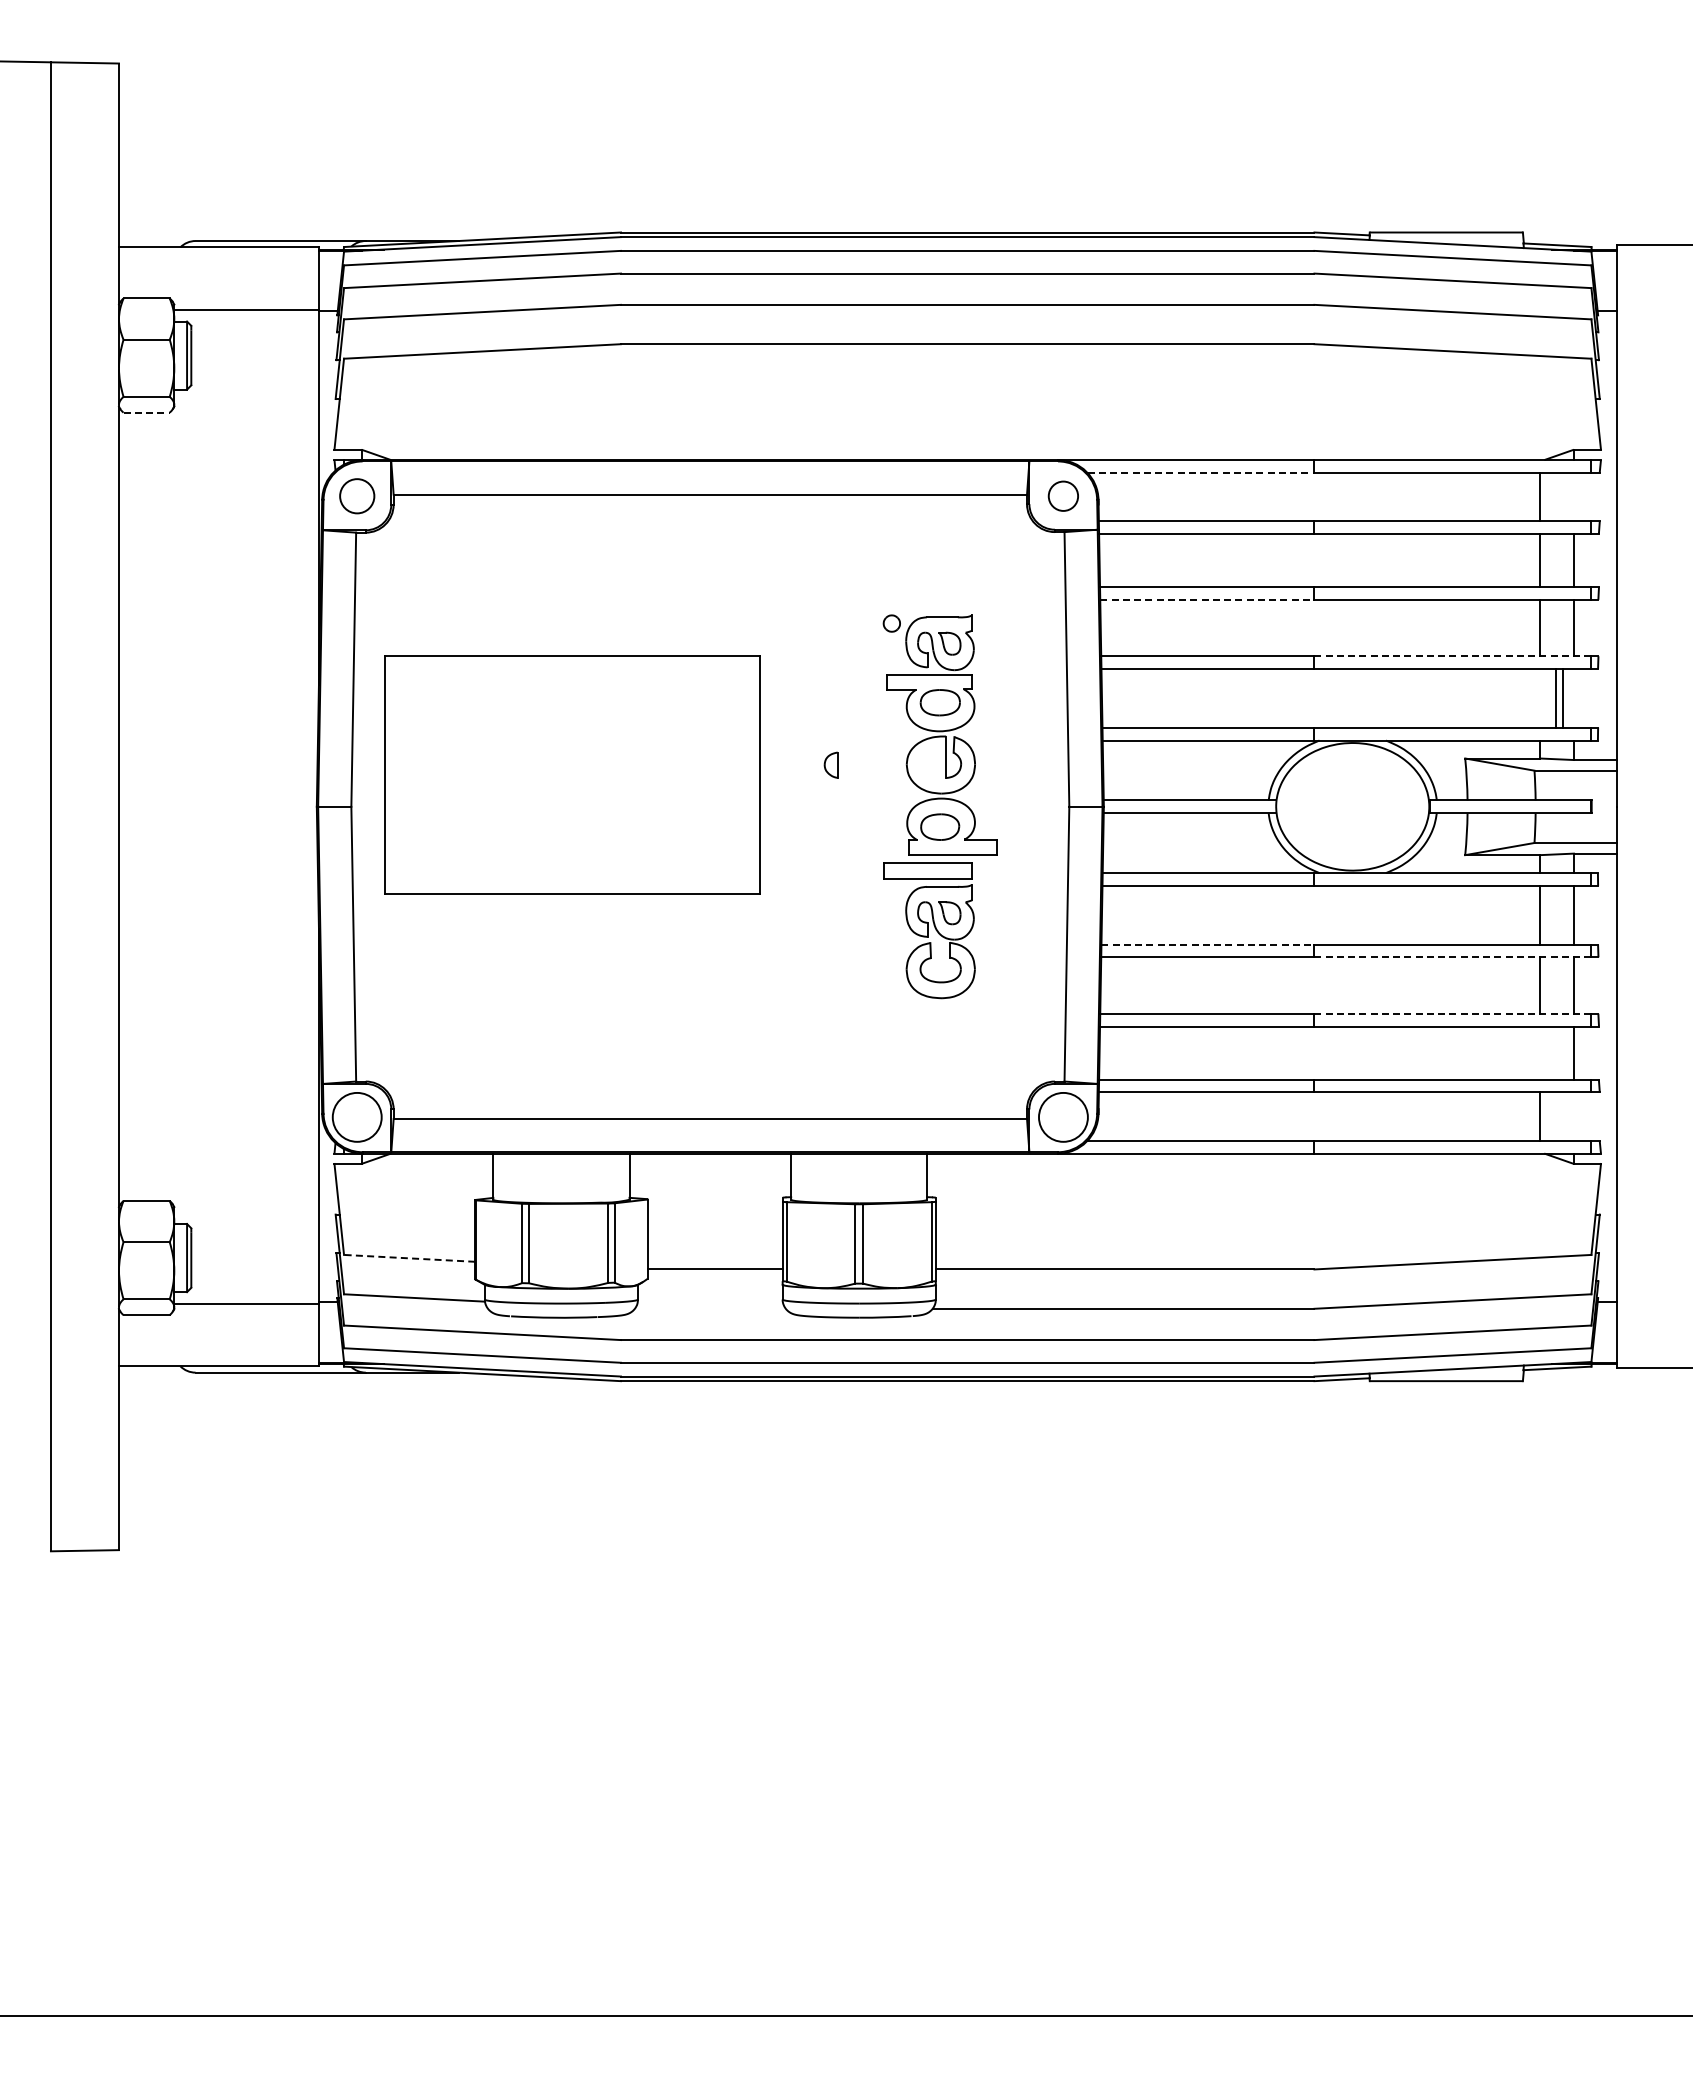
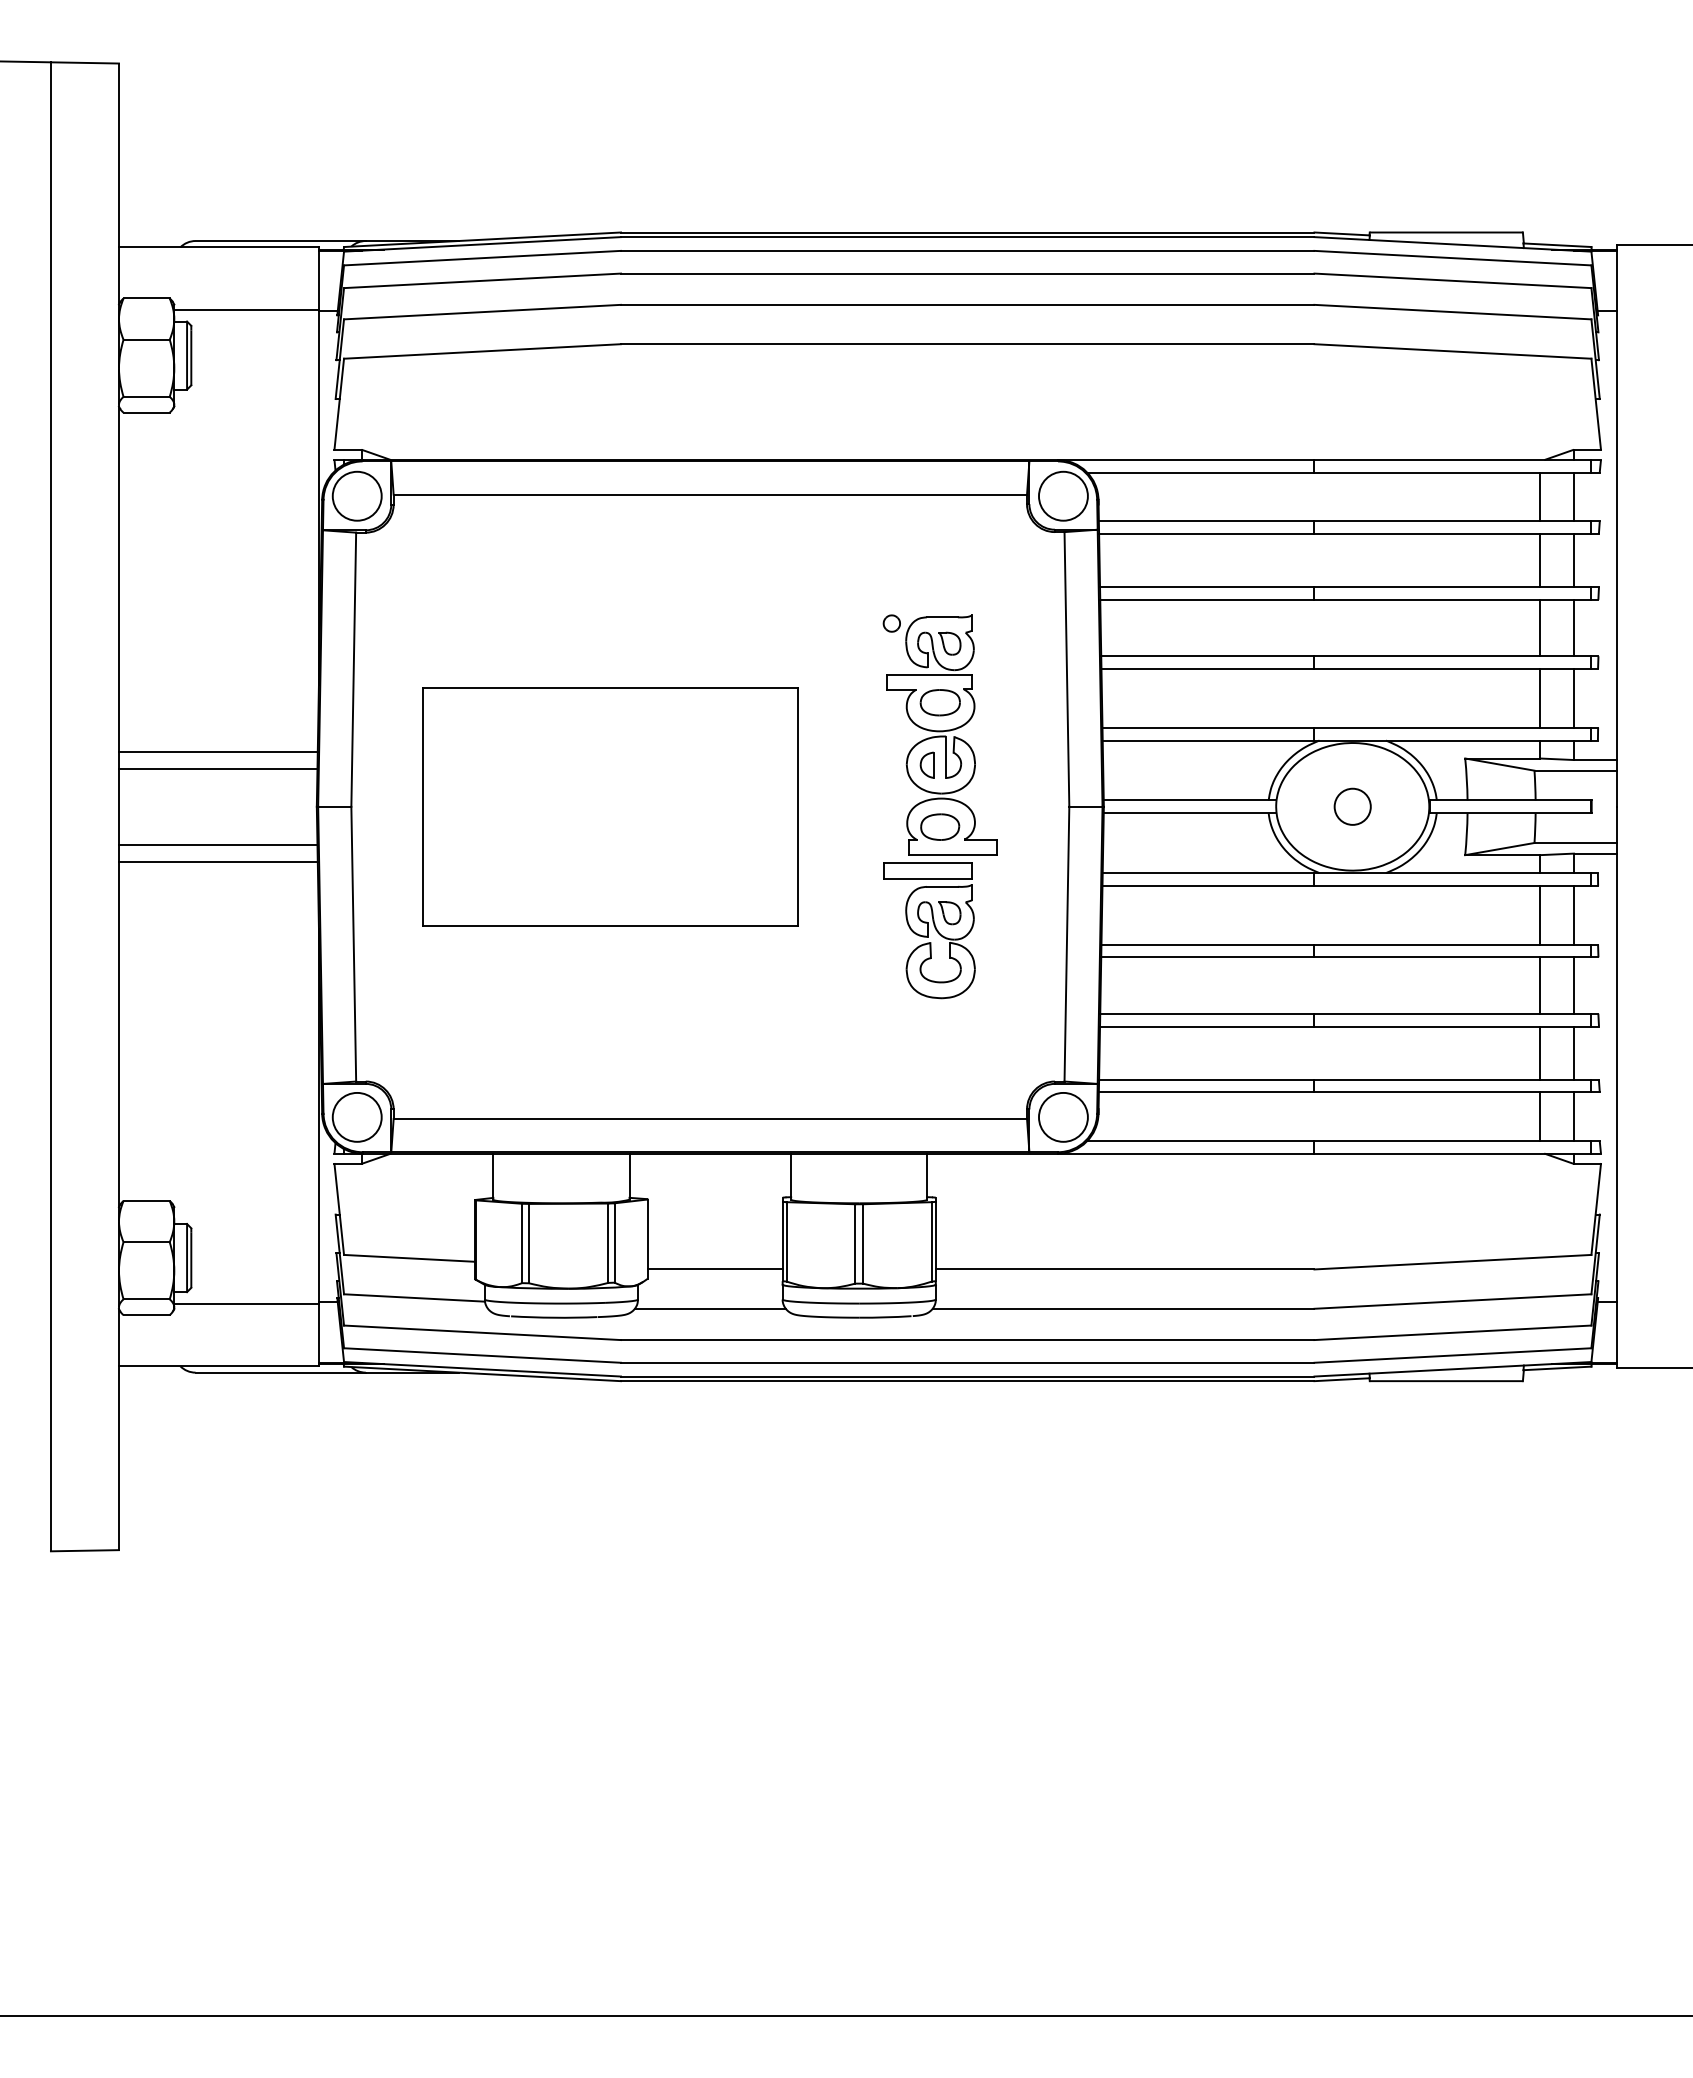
line at (147, 412): dashed -> solid
line at (1201, 472): dashed -> solid
circle at (1063, 495) diameter: 29 px -> 49 px
circle at (357, 496) diameter: 34 px -> 49 px
line at (1573, 496): none -> present
line at (1207, 599): dashed -> solid
line at (1452, 656): dashed -> solid
line at (1555, 698) position: (1555, 698) -> (1573, 698)
line at (1562, 698) position: (1562, 698) -> (1539, 698)
line at (218, 751): none -> present
part at (830, 764) position: (830, 764) -> (926, 764)
line at (218, 768): none -> present
part at (572, 774) position: (572, 774) -> (610, 806)
circle at (1352, 806): none -> present
line at (218, 845): none -> present
line at (218, 861): none -> present
line at (1208, 944): dashed -> solid
line at (1452, 957): dashed -> solid
line at (1452, 1013): dashed -> solid
line at (1539, 1052): none -> present
line at (1573, 1116): none -> present
line at (409, 1258): dashed -> solid
line at (709, 1308): none -> present
